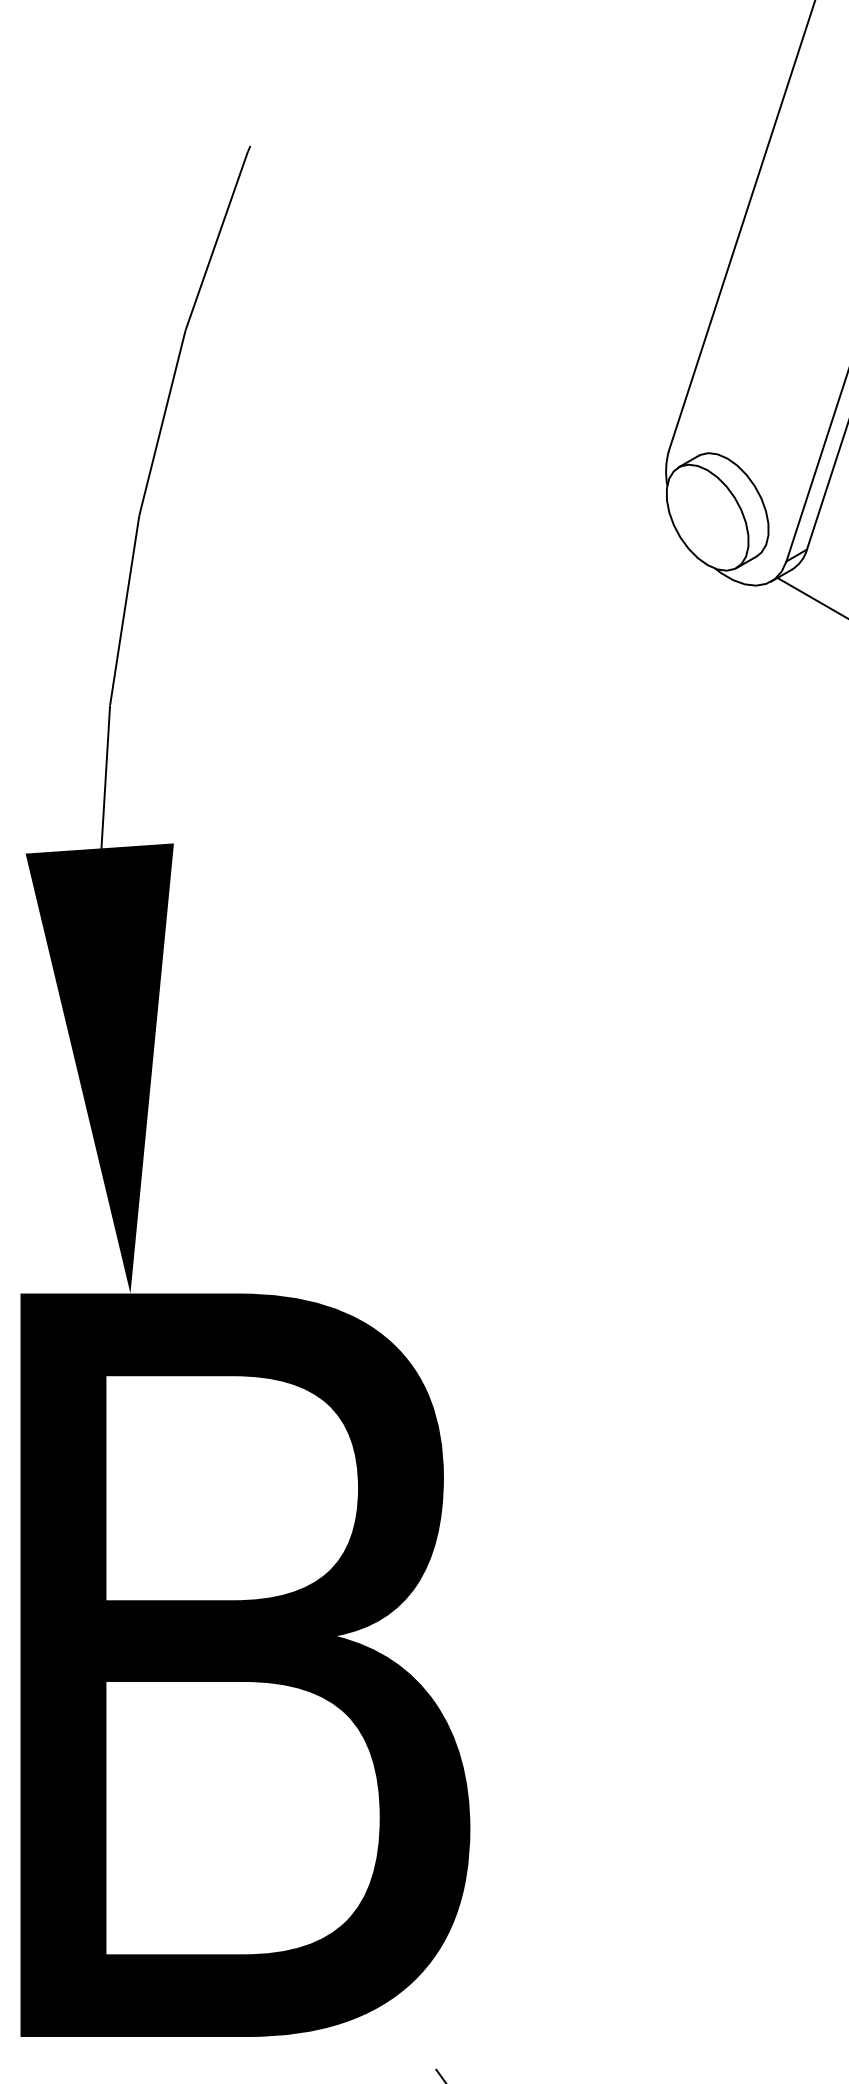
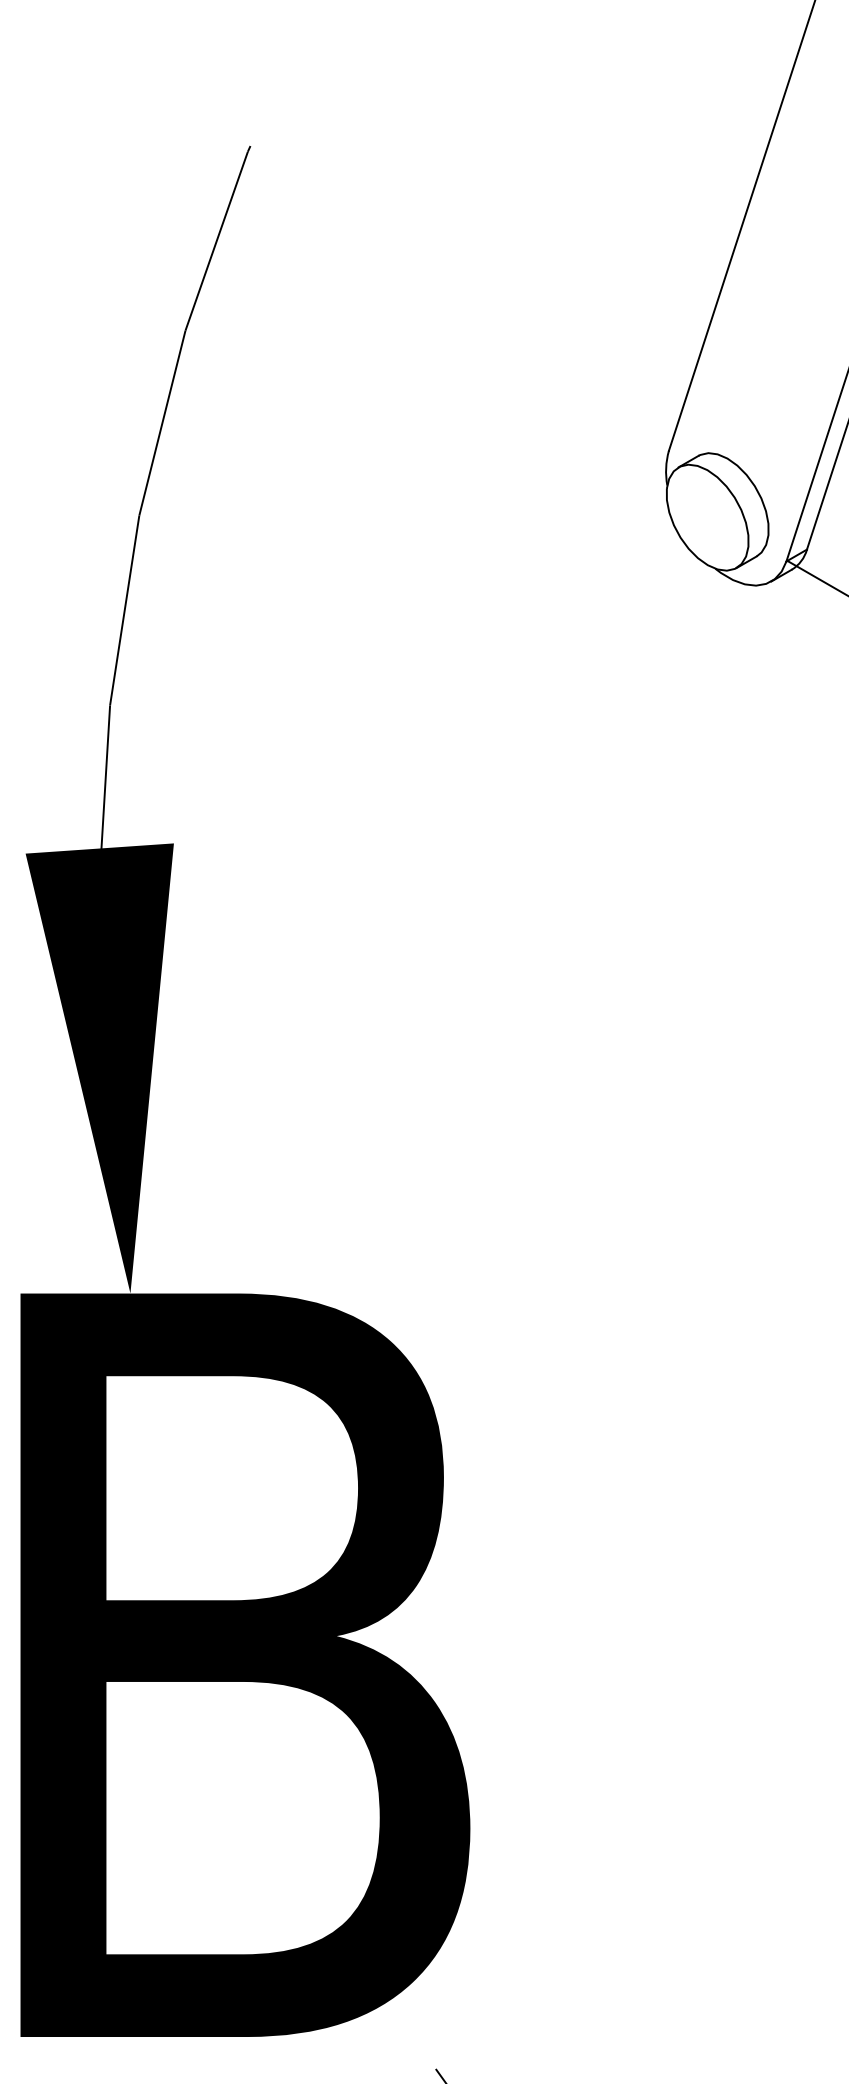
line at (811, 597) position: (811, 597) -> (816, 577)
